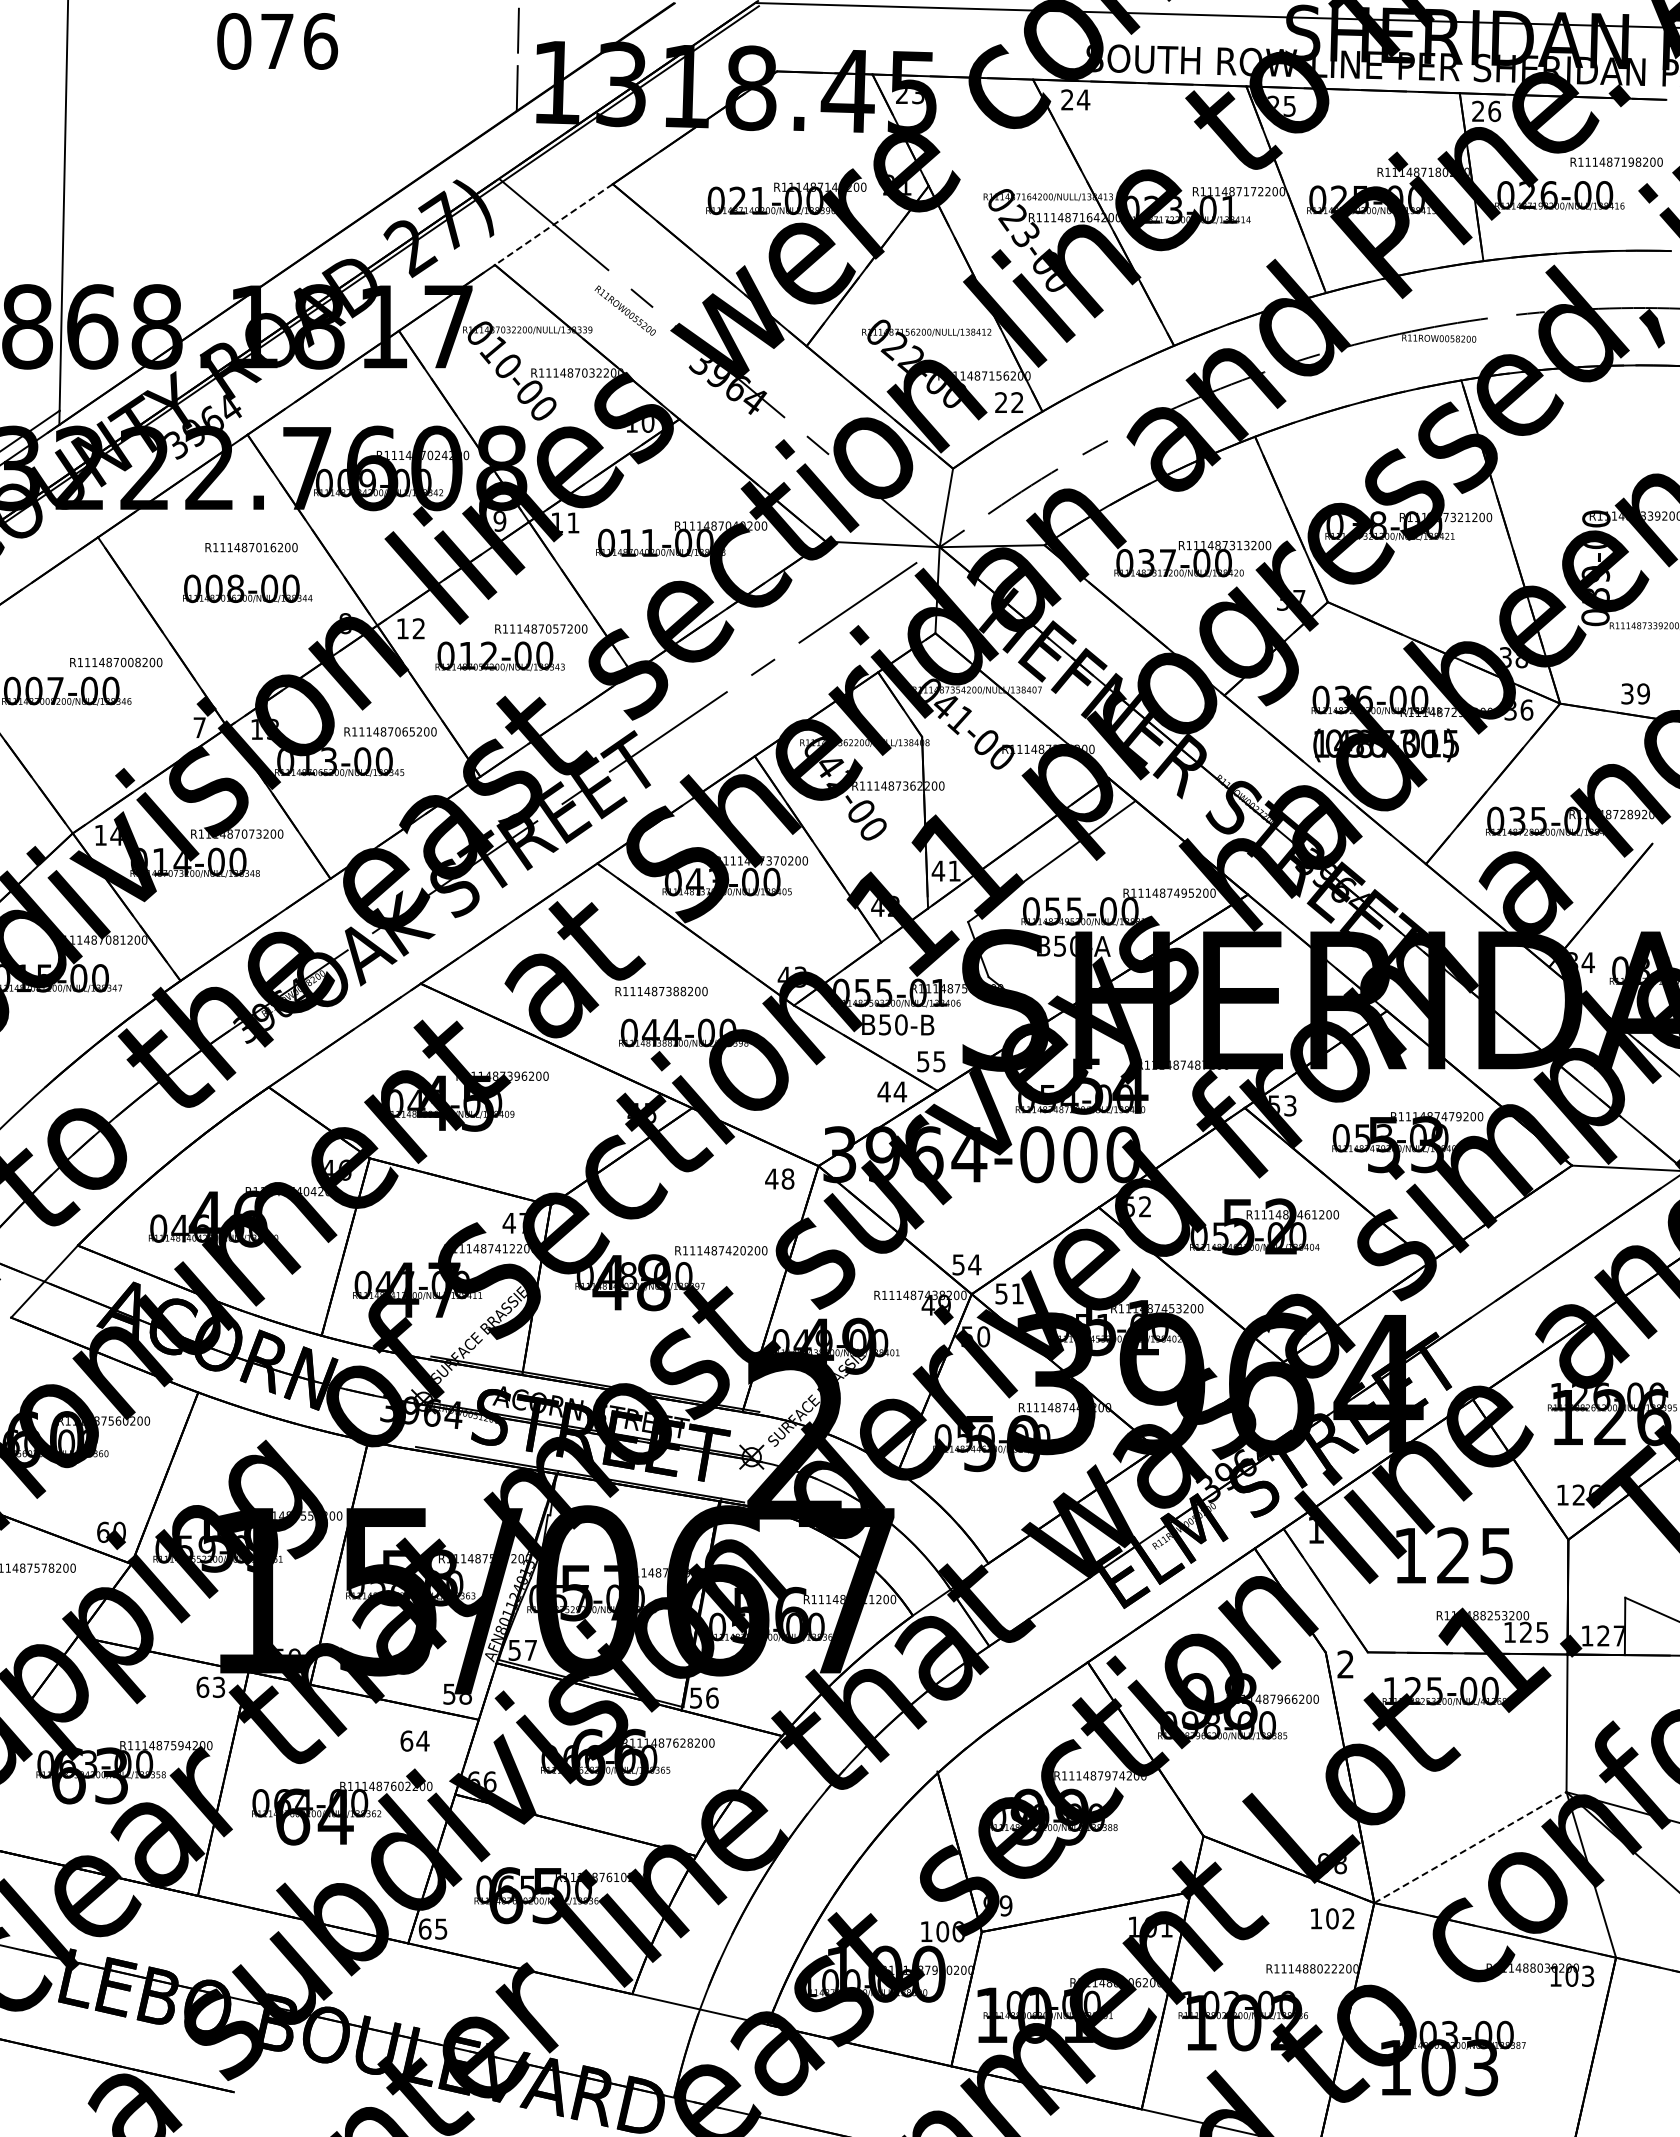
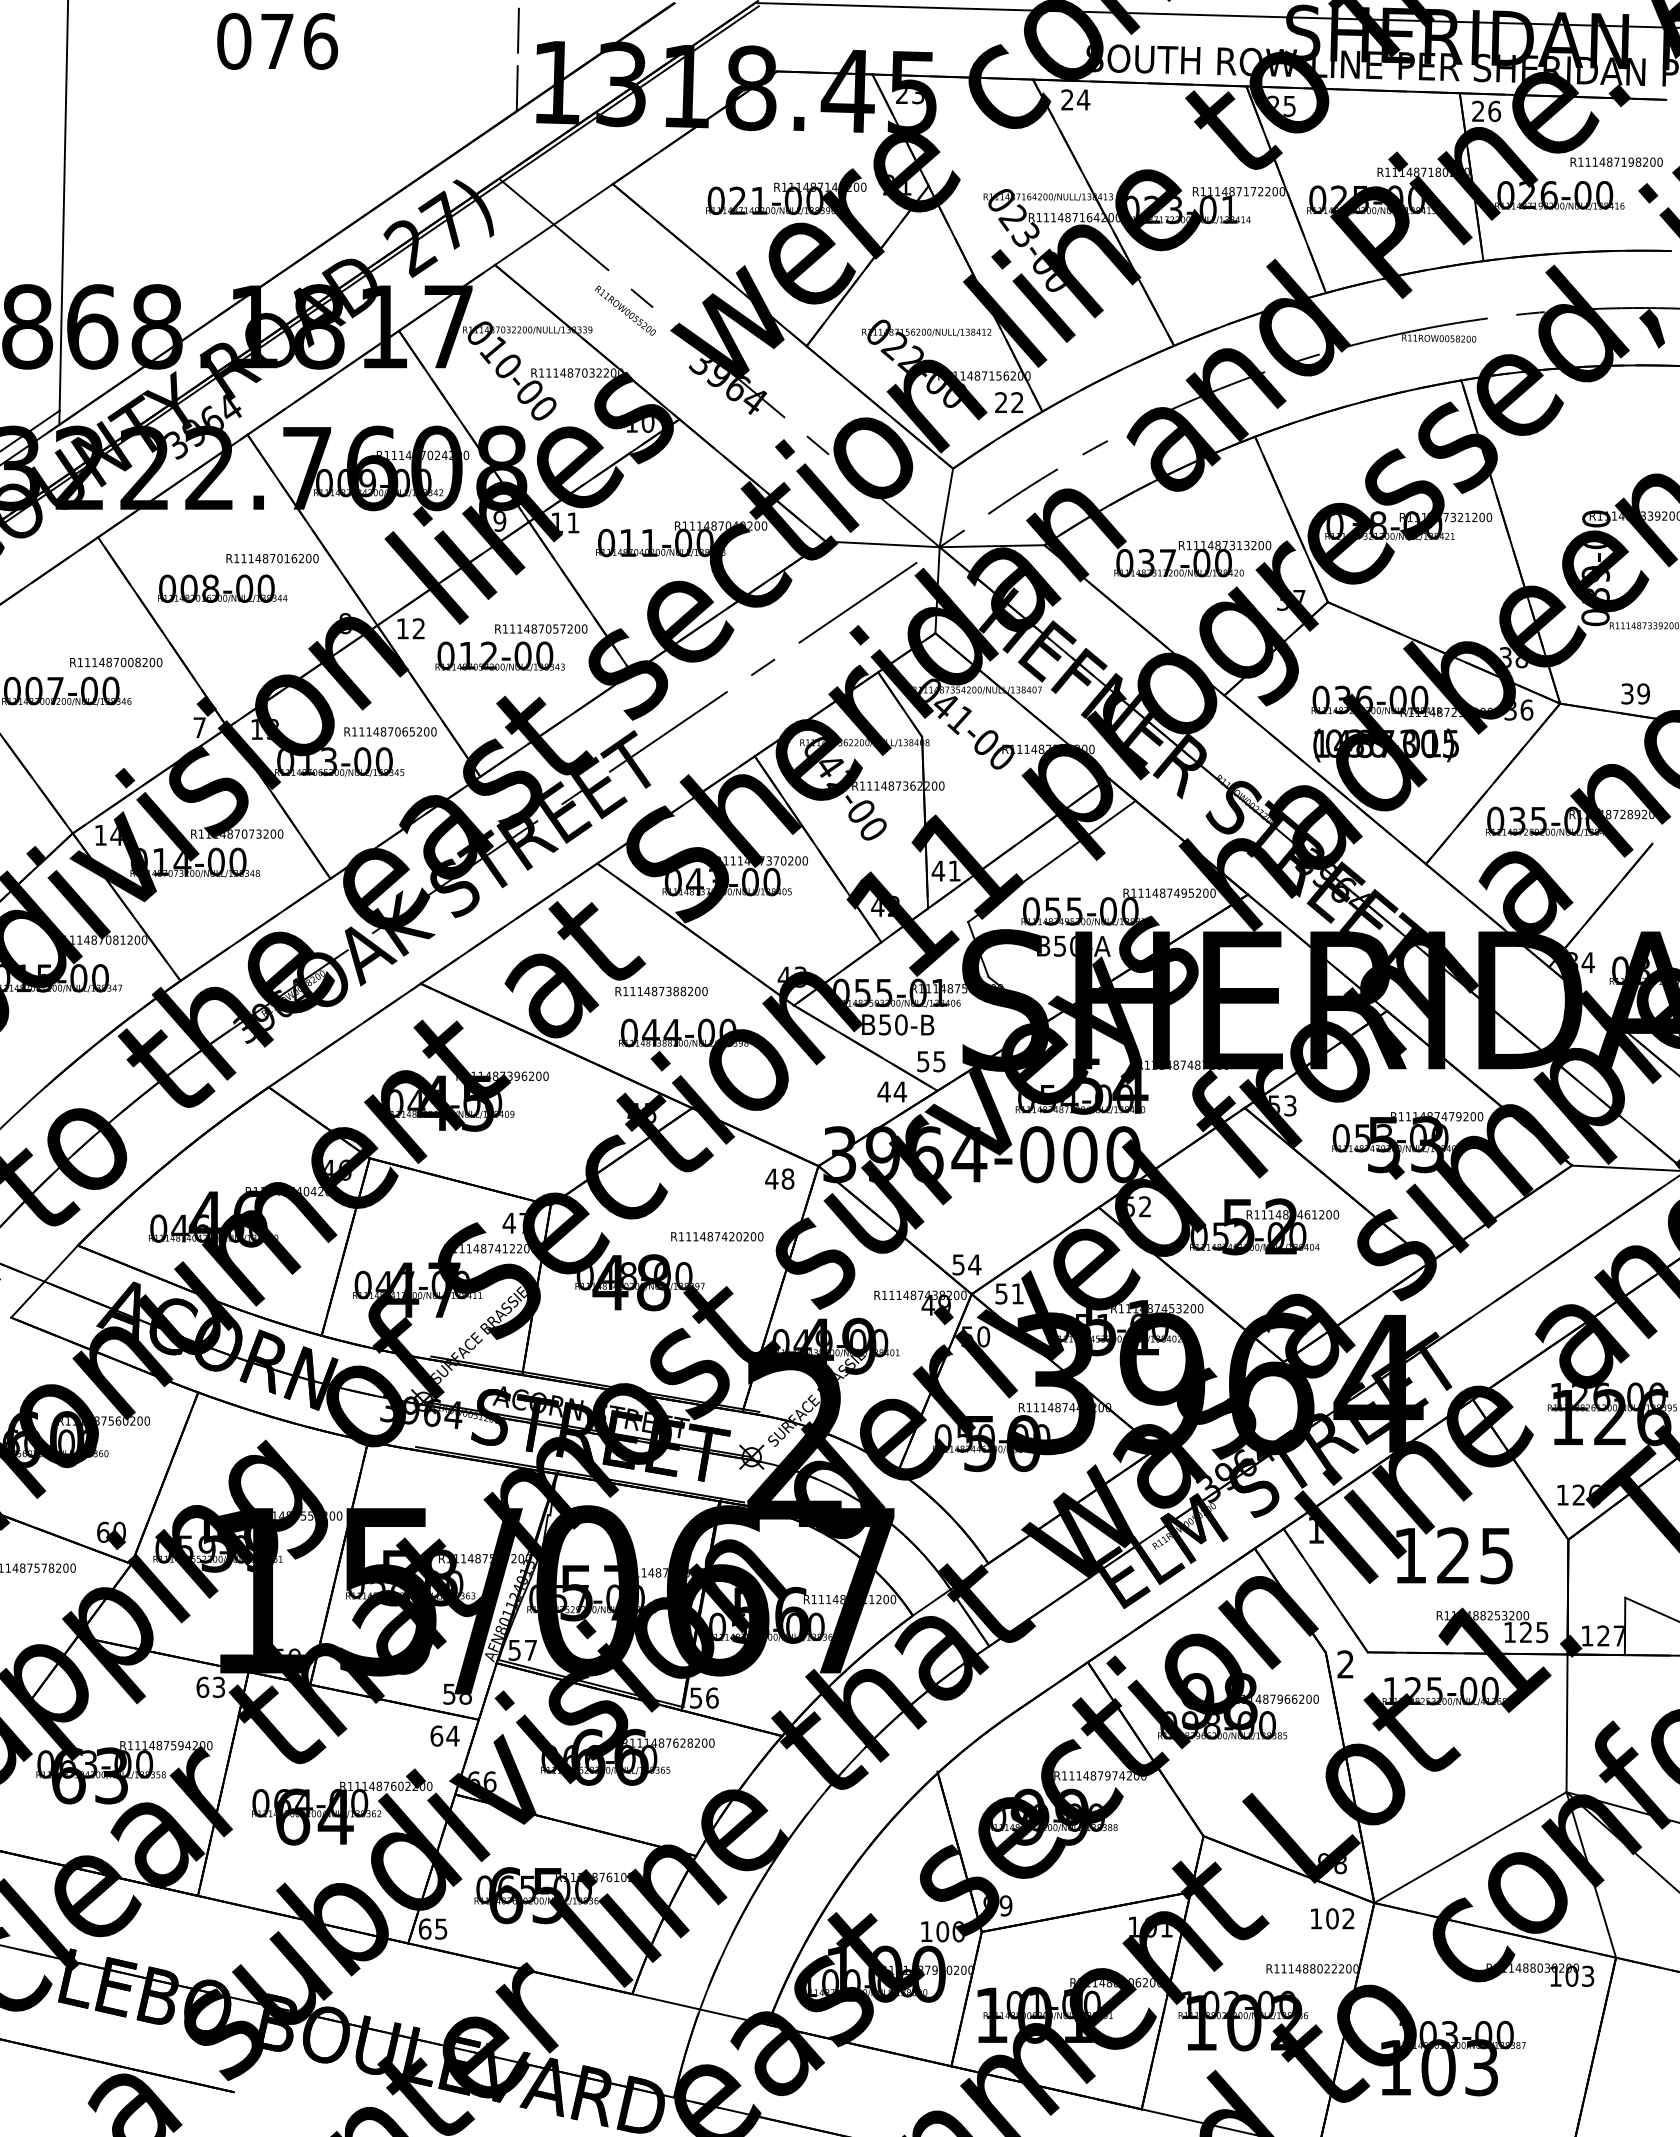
line at (553, 224): dashed -> solid
text at (251, 547) position: (251, 547) -> (272, 558)
text at (247, 588) position: (247, 588) -> (222, 588)
text at (721, 1250) position: (721, 1250) -> (717, 1236)
text at (414, 1740) position: (414, 1740) -> (444, 1735)
line at (1470, 1847): dashed -> solid
